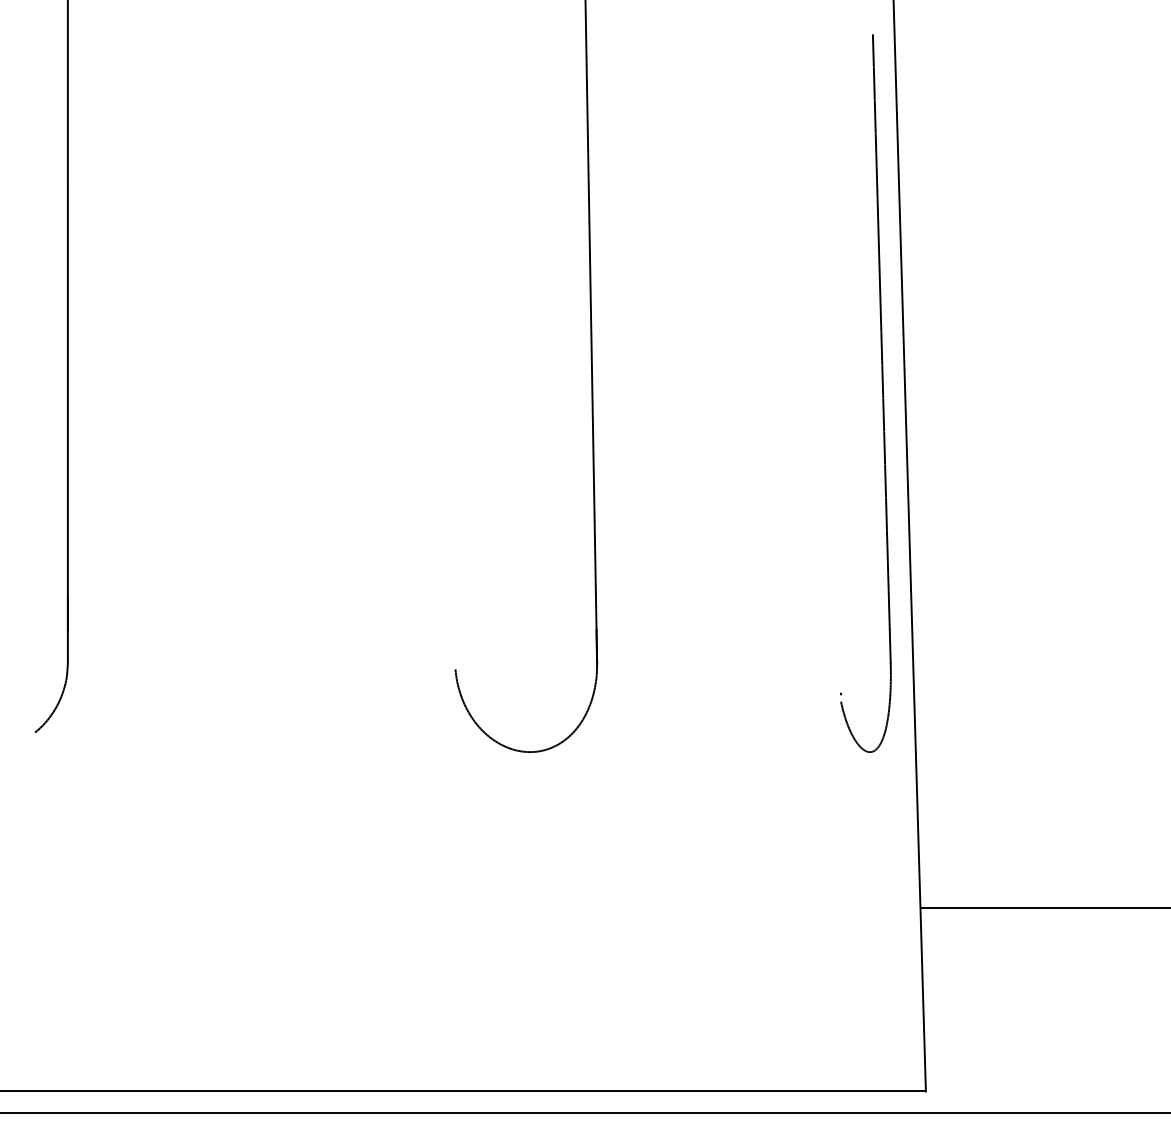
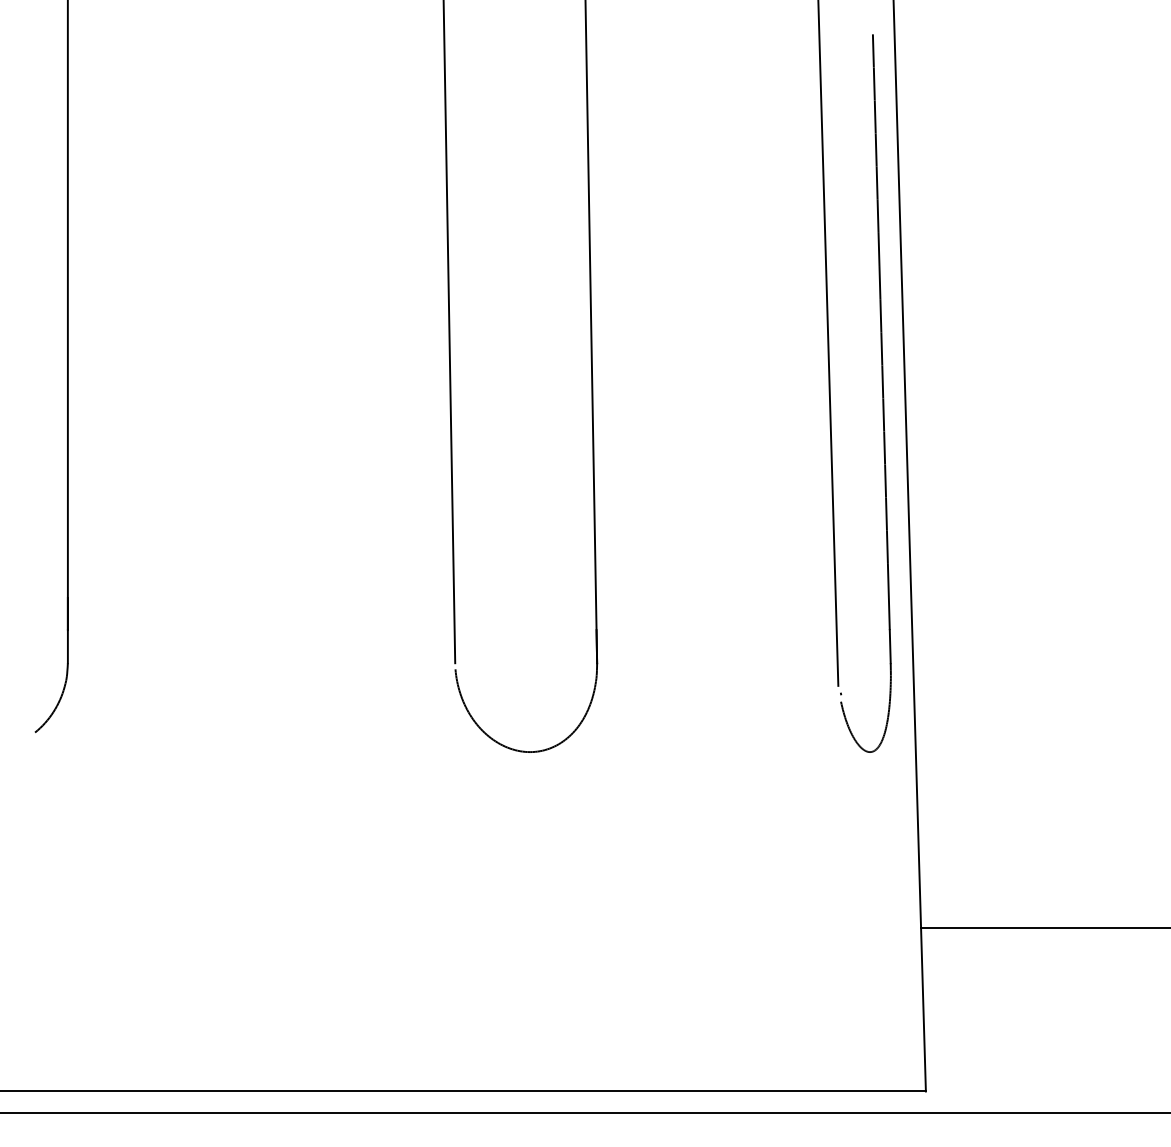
line at (449, 332): none -> present
line at (828, 343): none -> present
line at (1044, 908) position: (1044, 908) -> (1044, 928)
